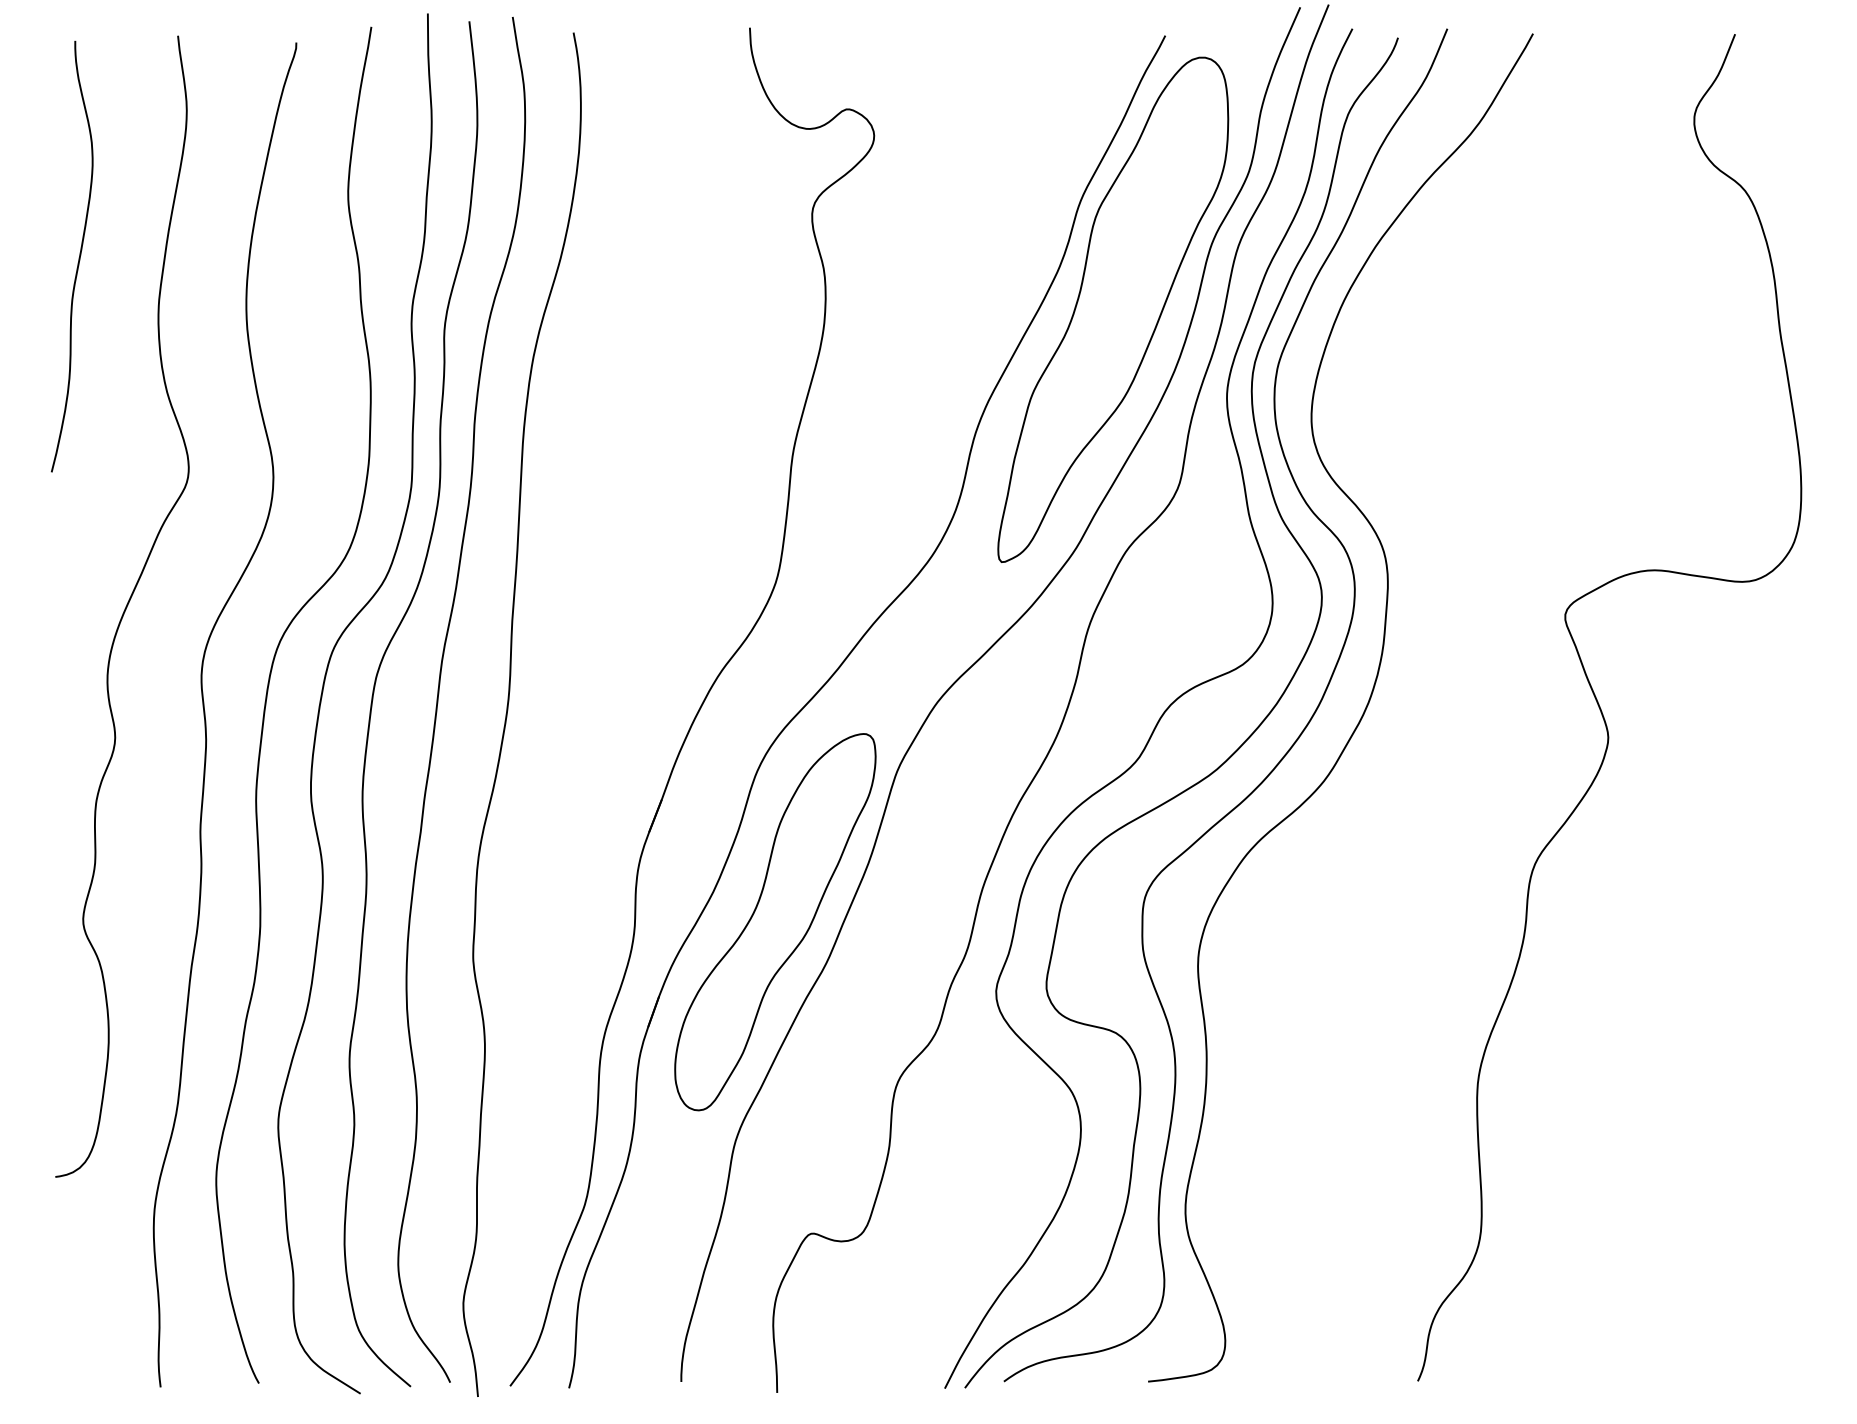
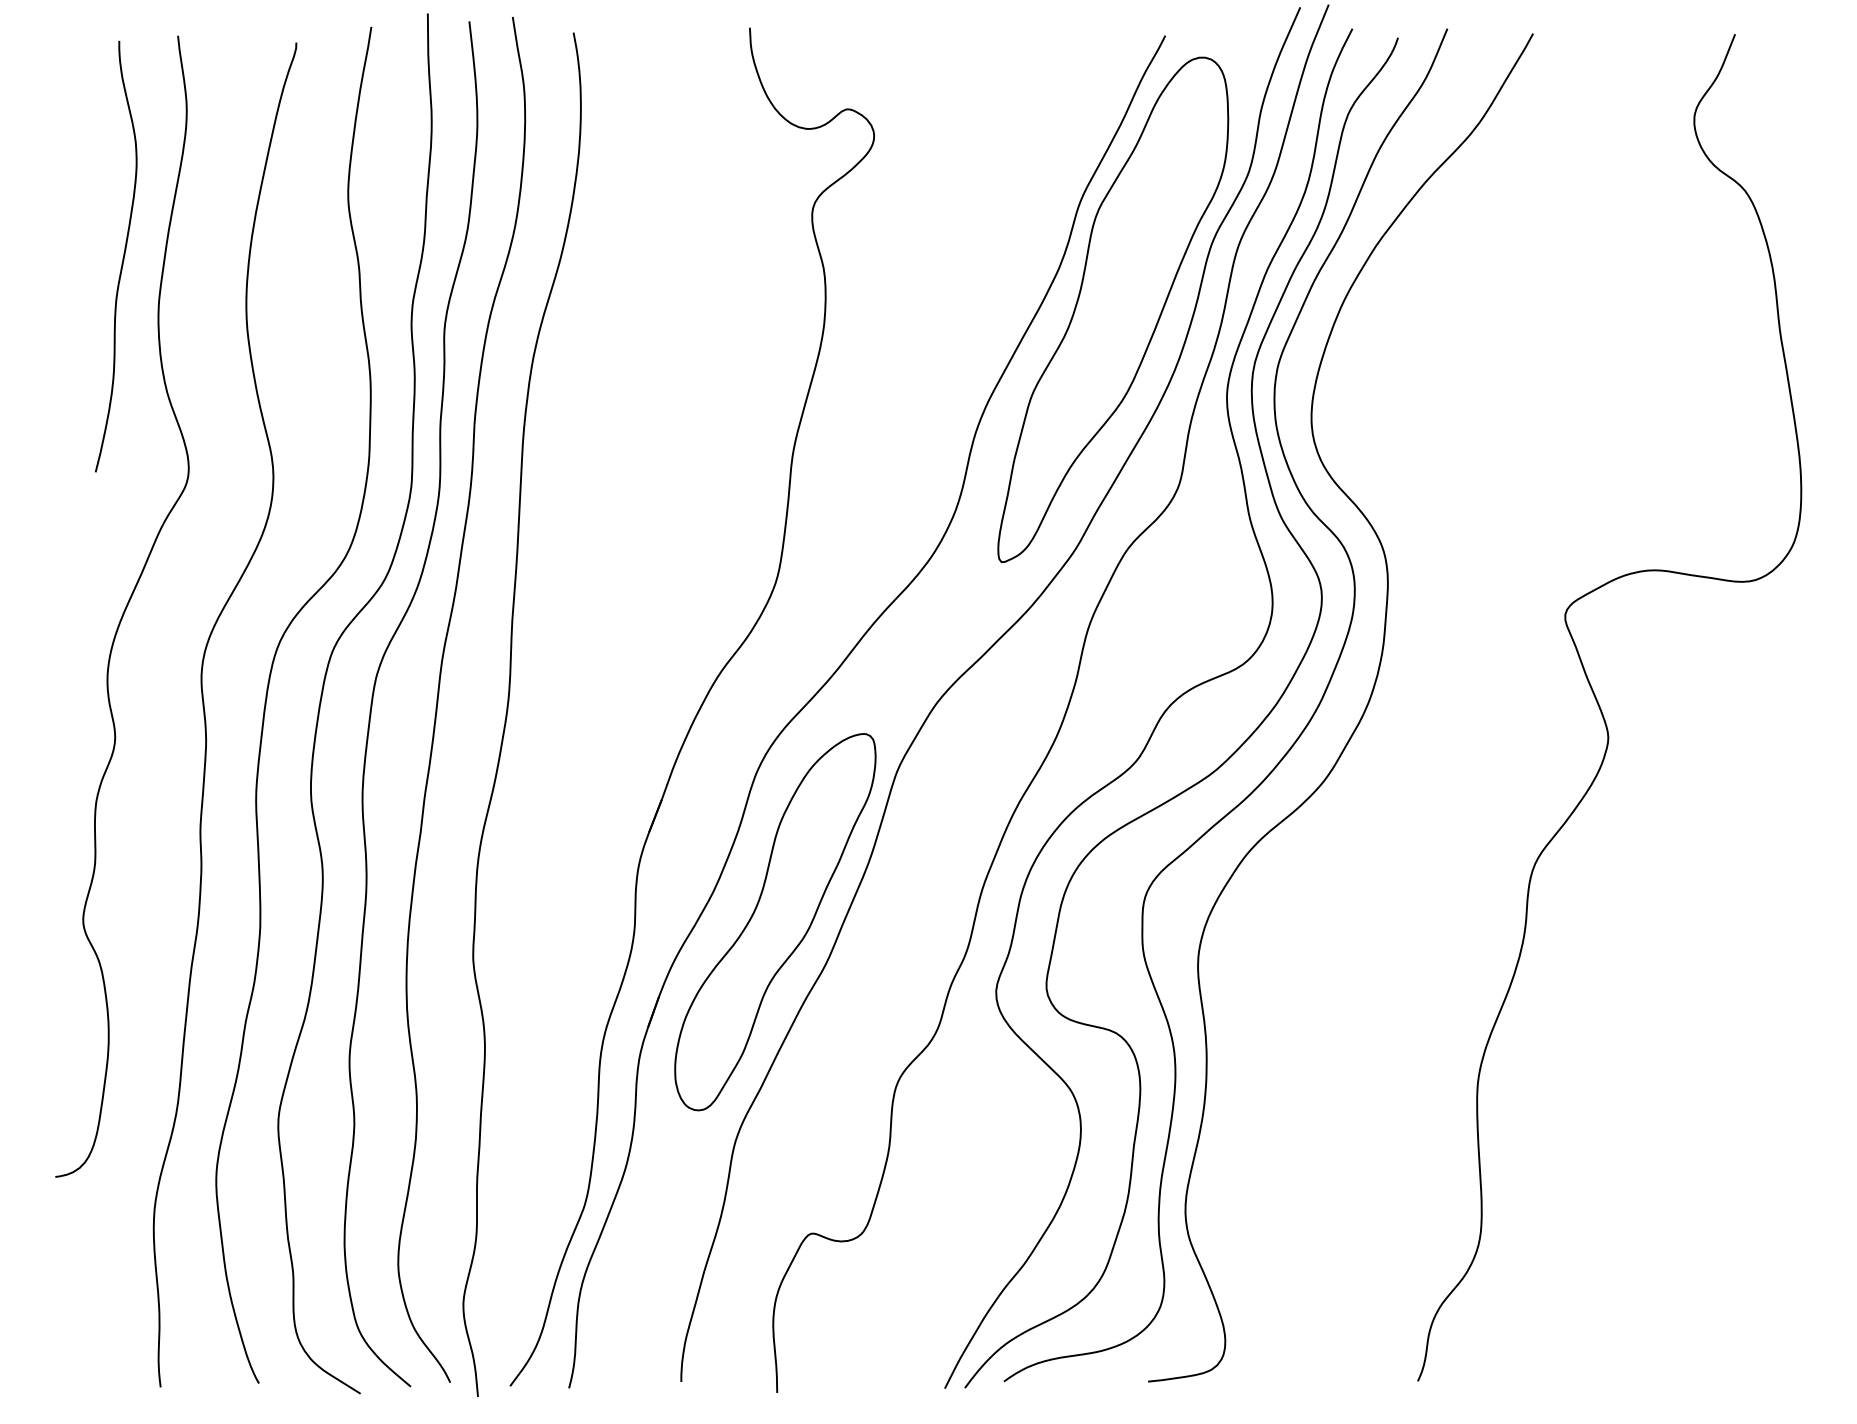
curve at (78, 257) position: (78, 257) -> (122, 257)
